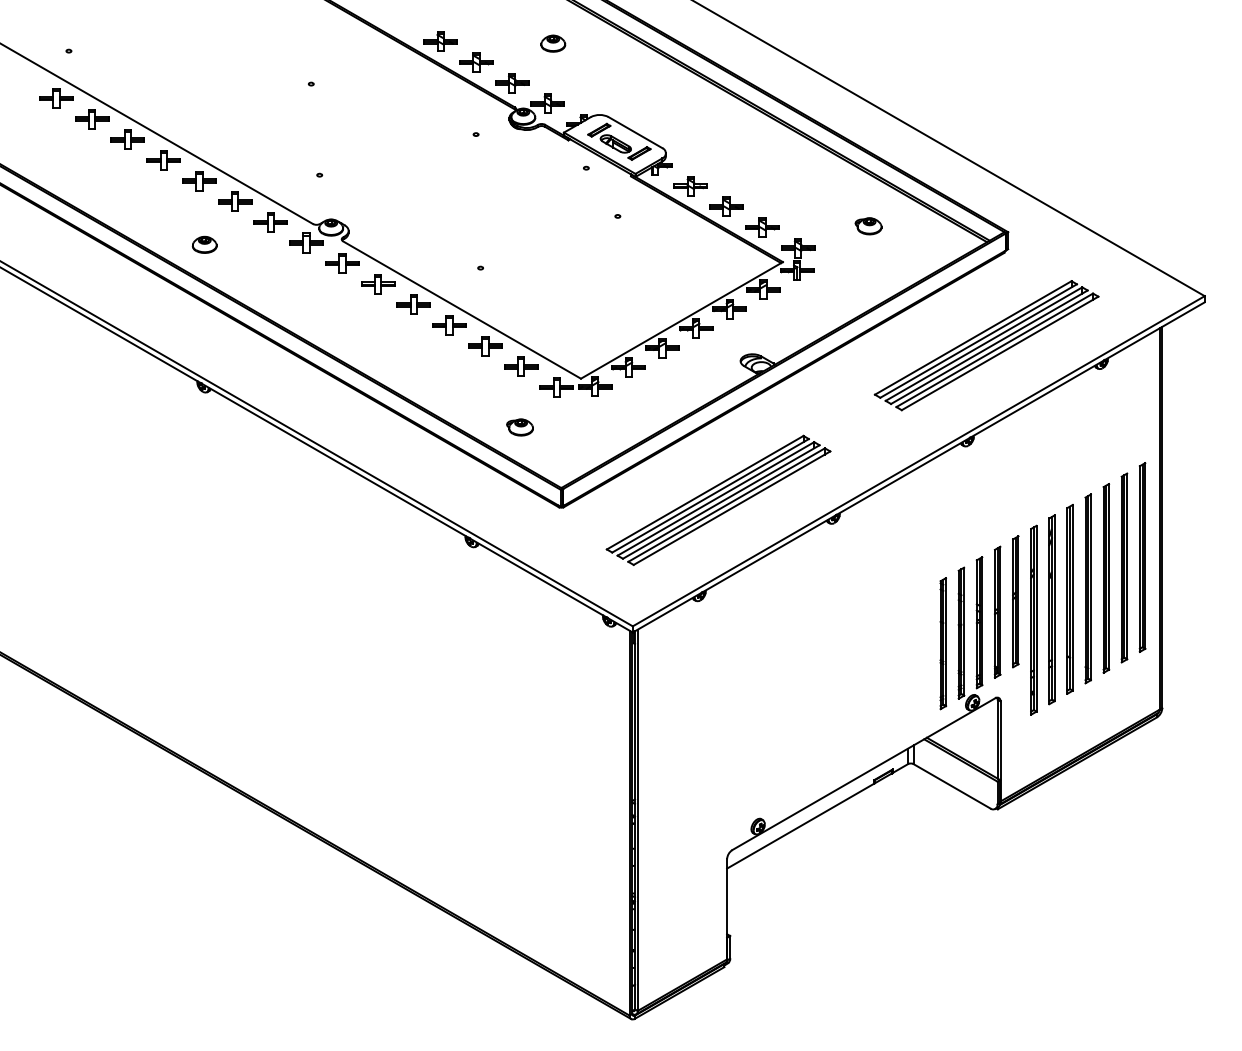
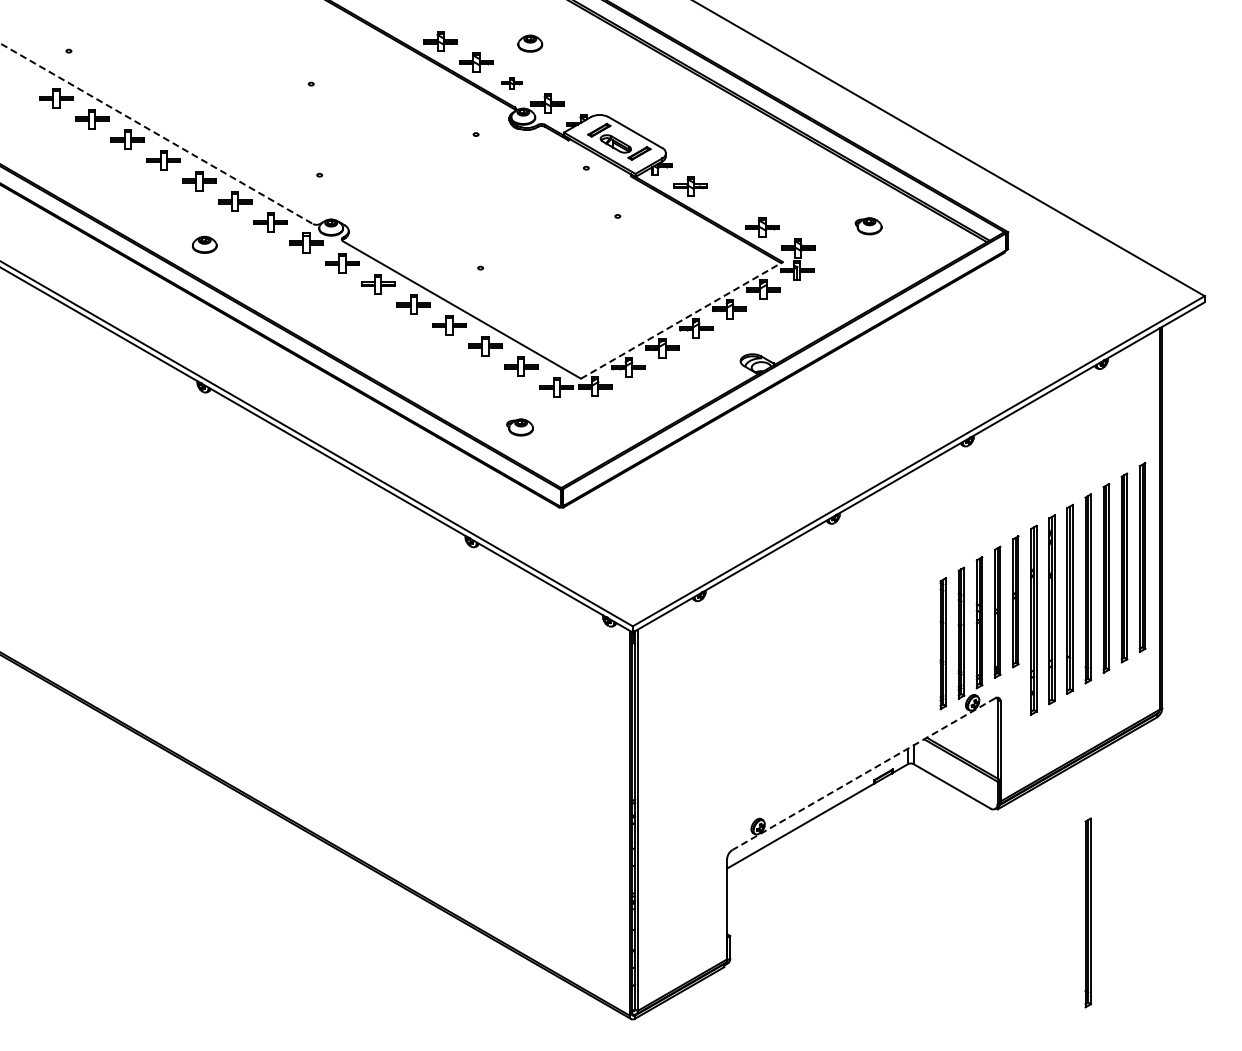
part at (553, 43) position: (553, 43) -> (530, 43)
part at (512, 83) size: 35x21 px -> 22x13 px
line at (157, 133): solid -> dashed
part at (726, 206): present -> none
line at (681, 320): solid -> dashed
part at (986, 345): present -> none
part at (718, 499): present -> none
line at (863, 774): solid -> dashed
part at (1087, 912): none -> present
